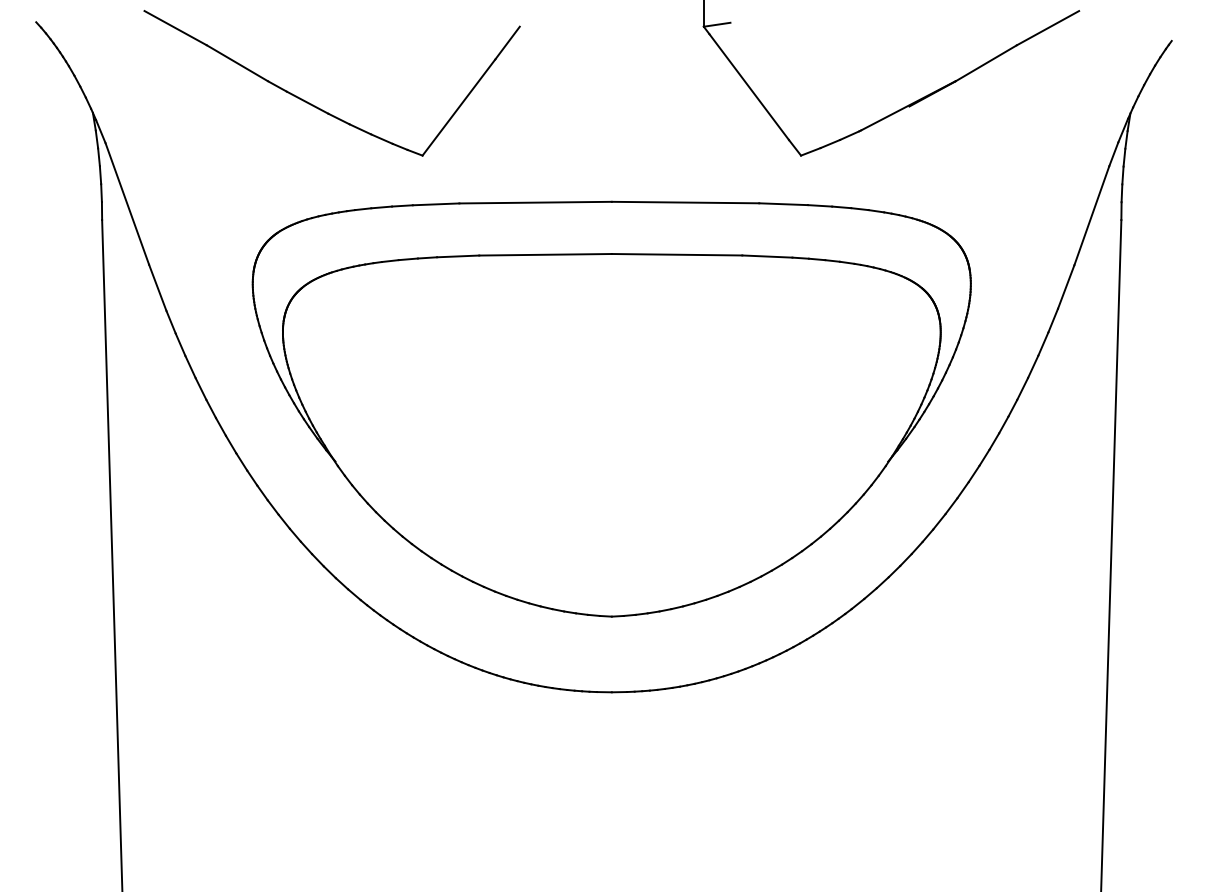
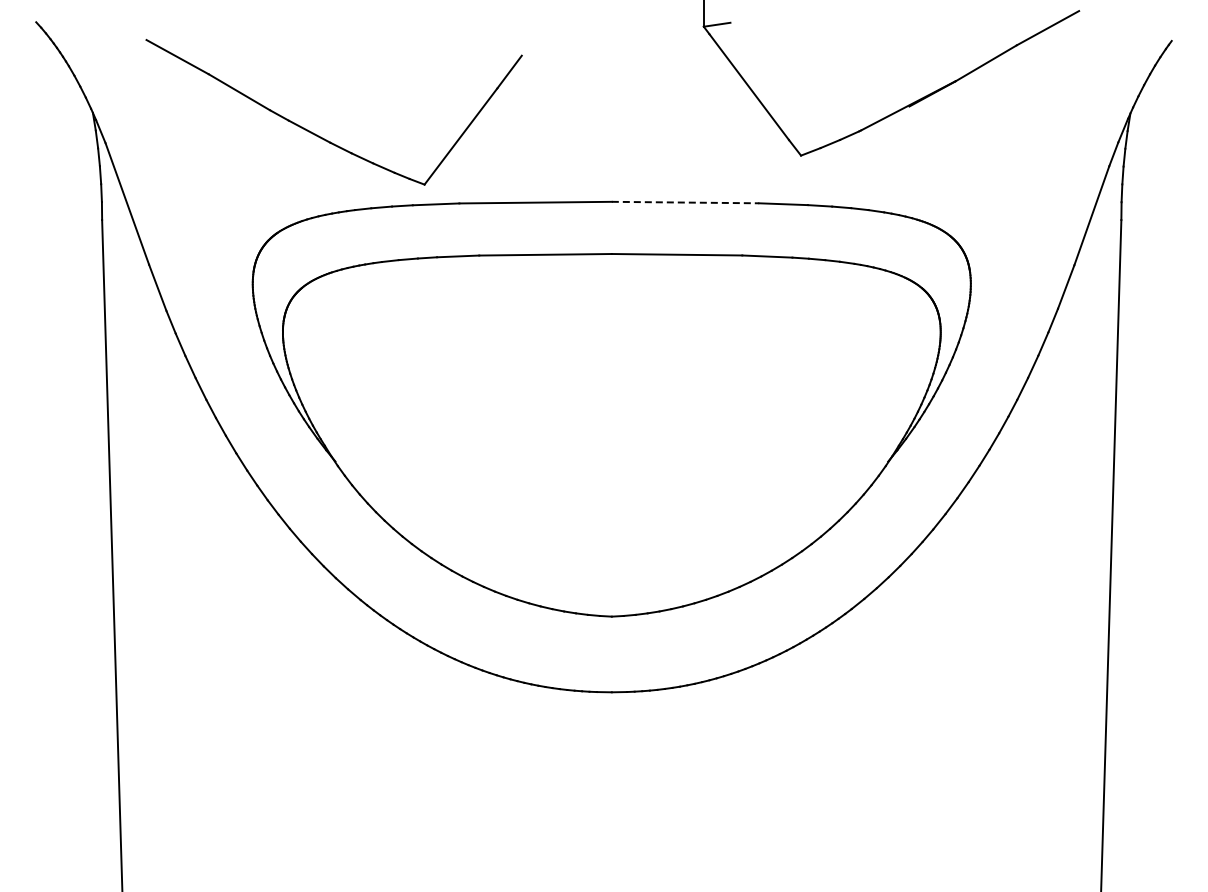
part at (317, 106) position: (317, 106) -> (319, 135)
line at (685, 202): solid -> dashed
